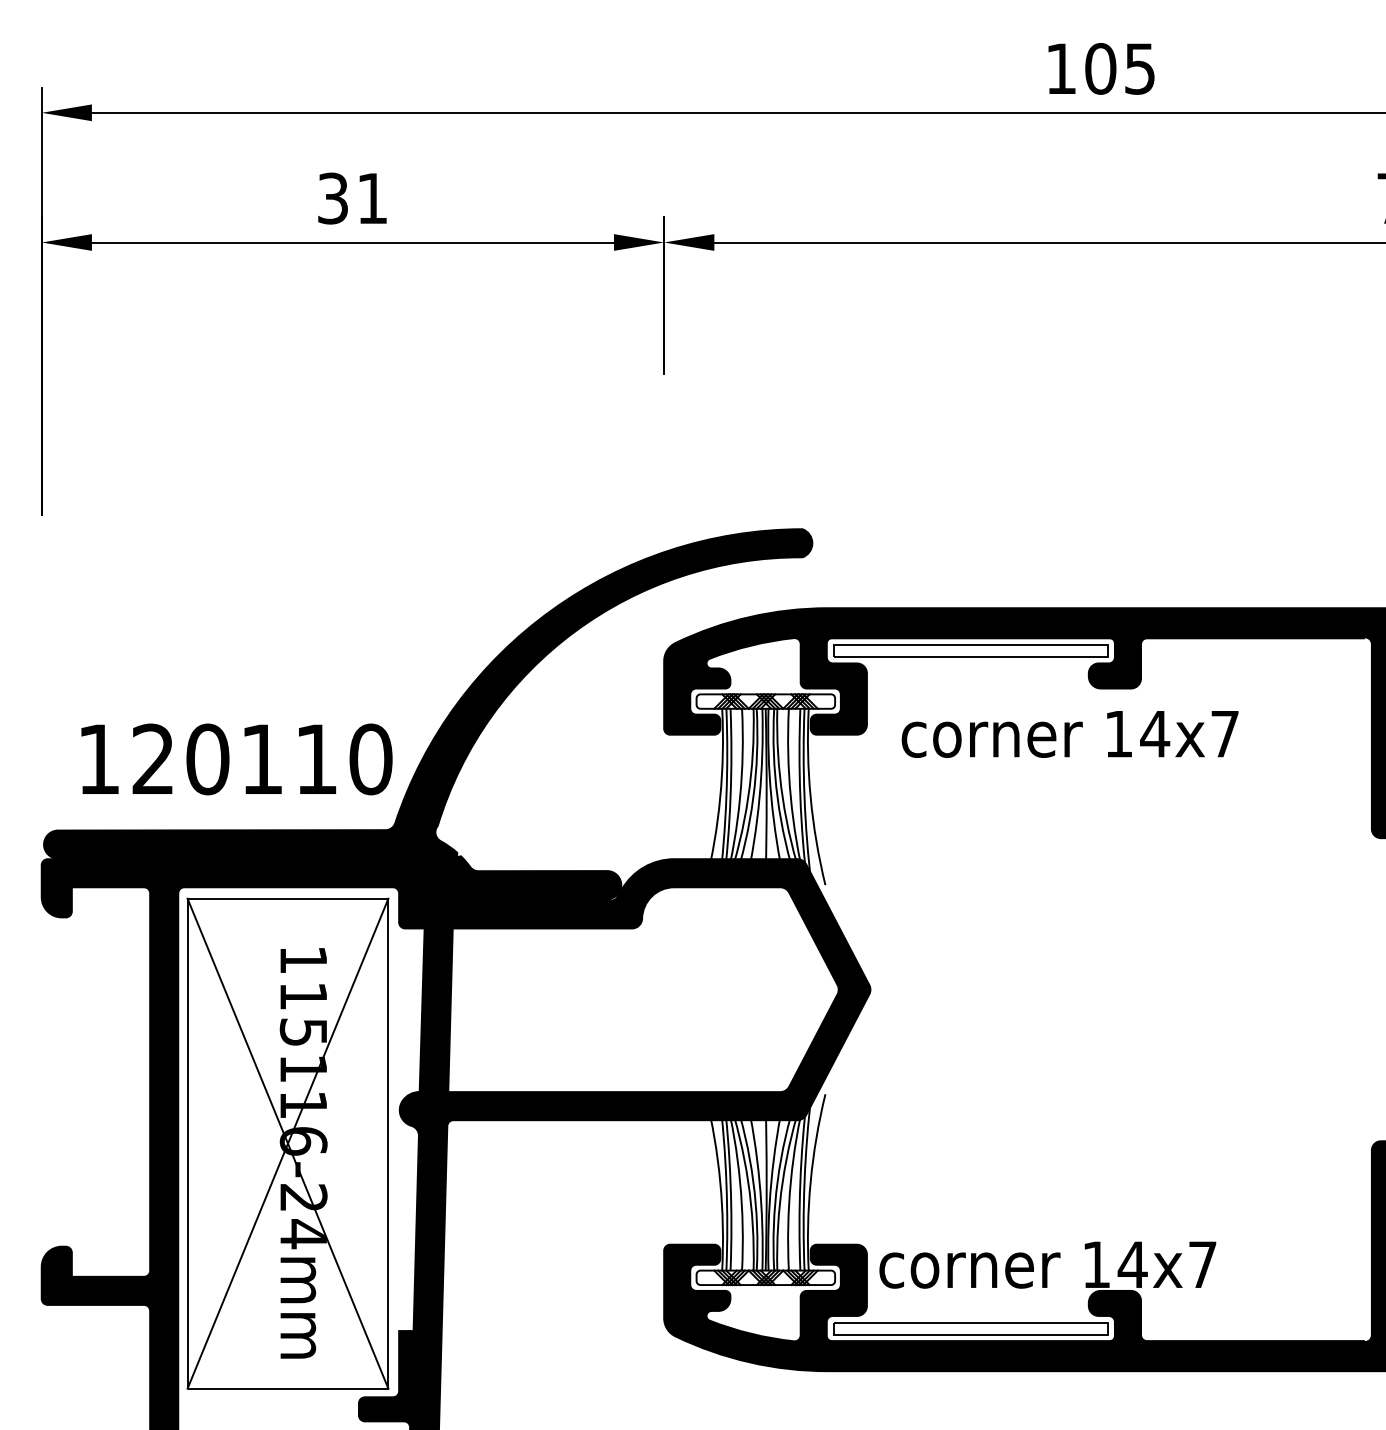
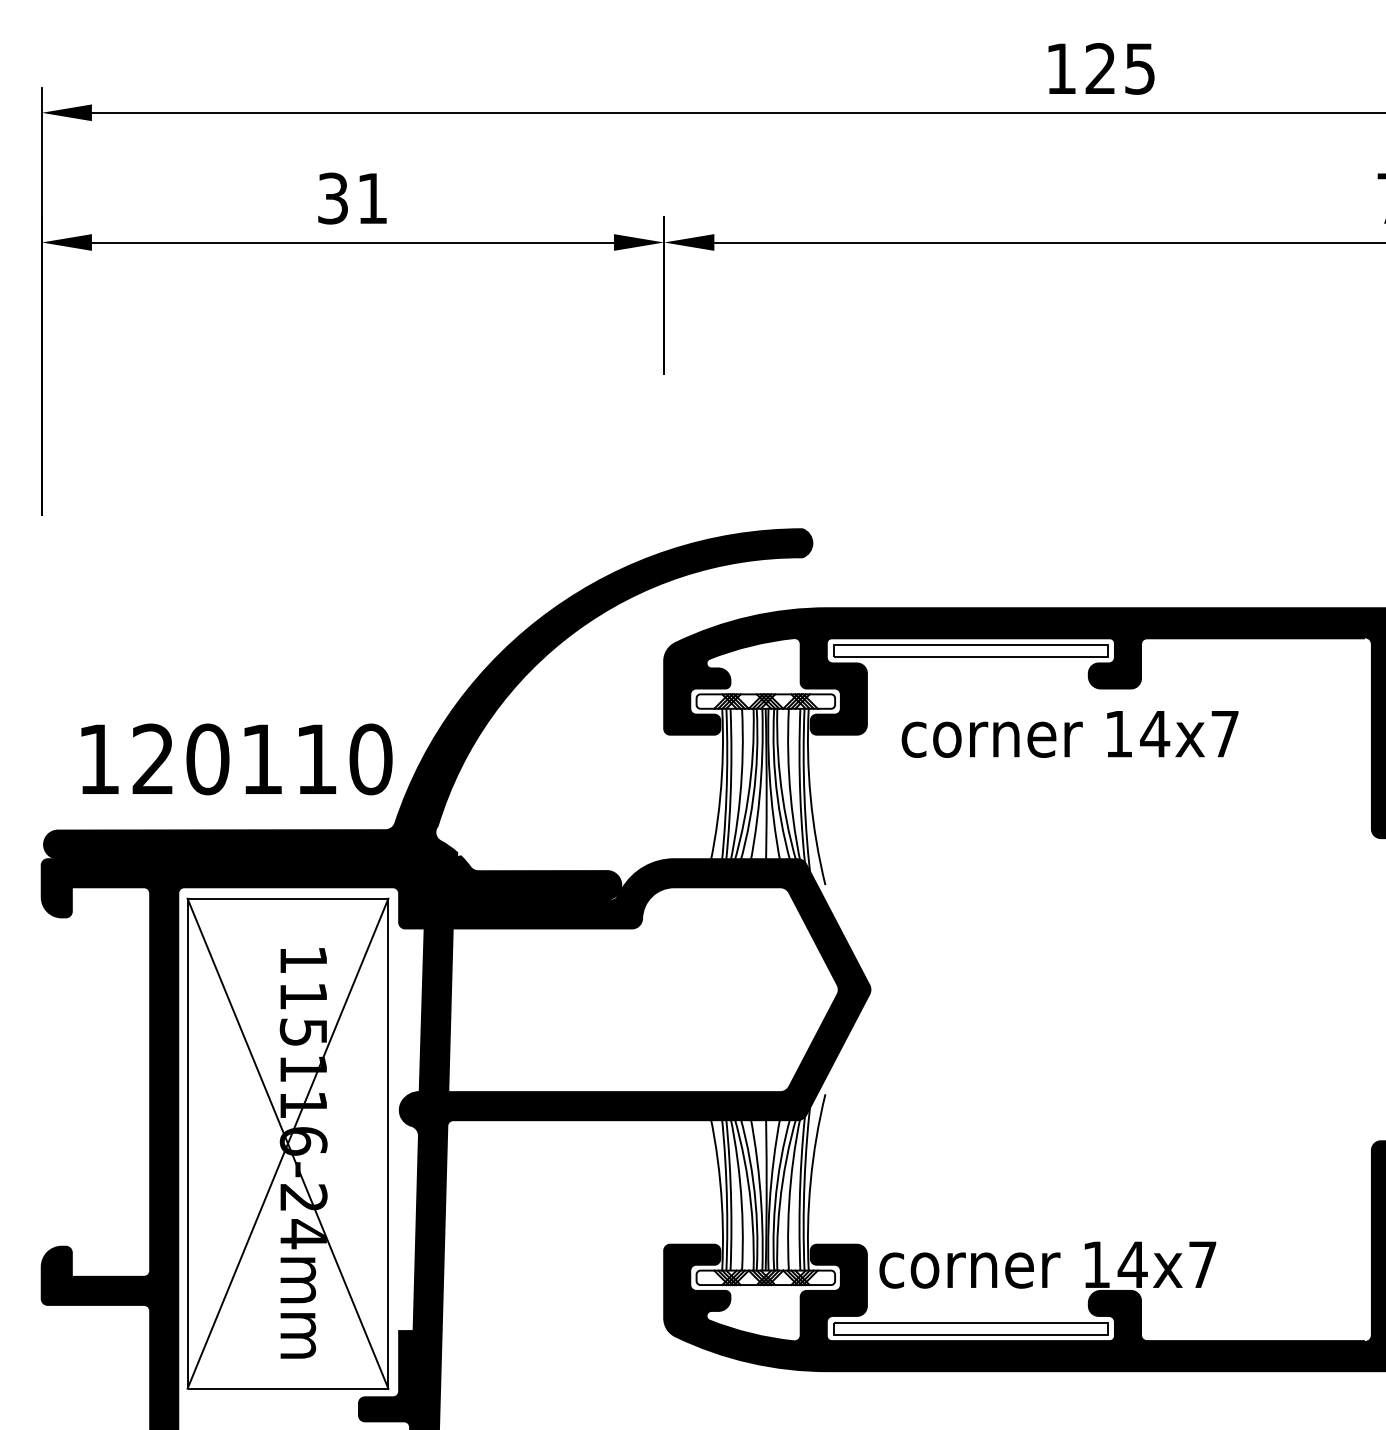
text at (1100, 68): 105 -> 125
